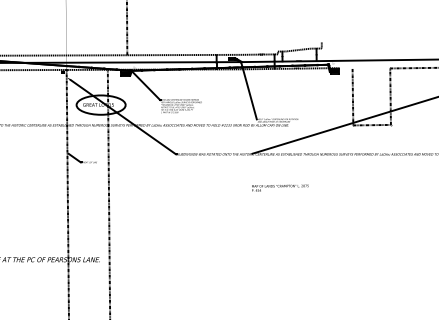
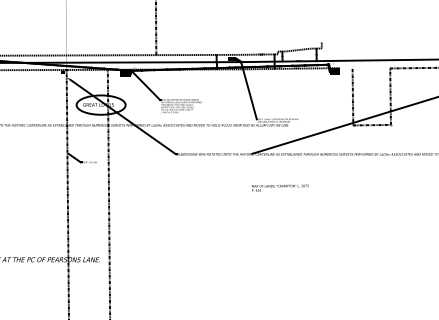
line at (126, 28) position: (126, 28) -> (155, 28)
